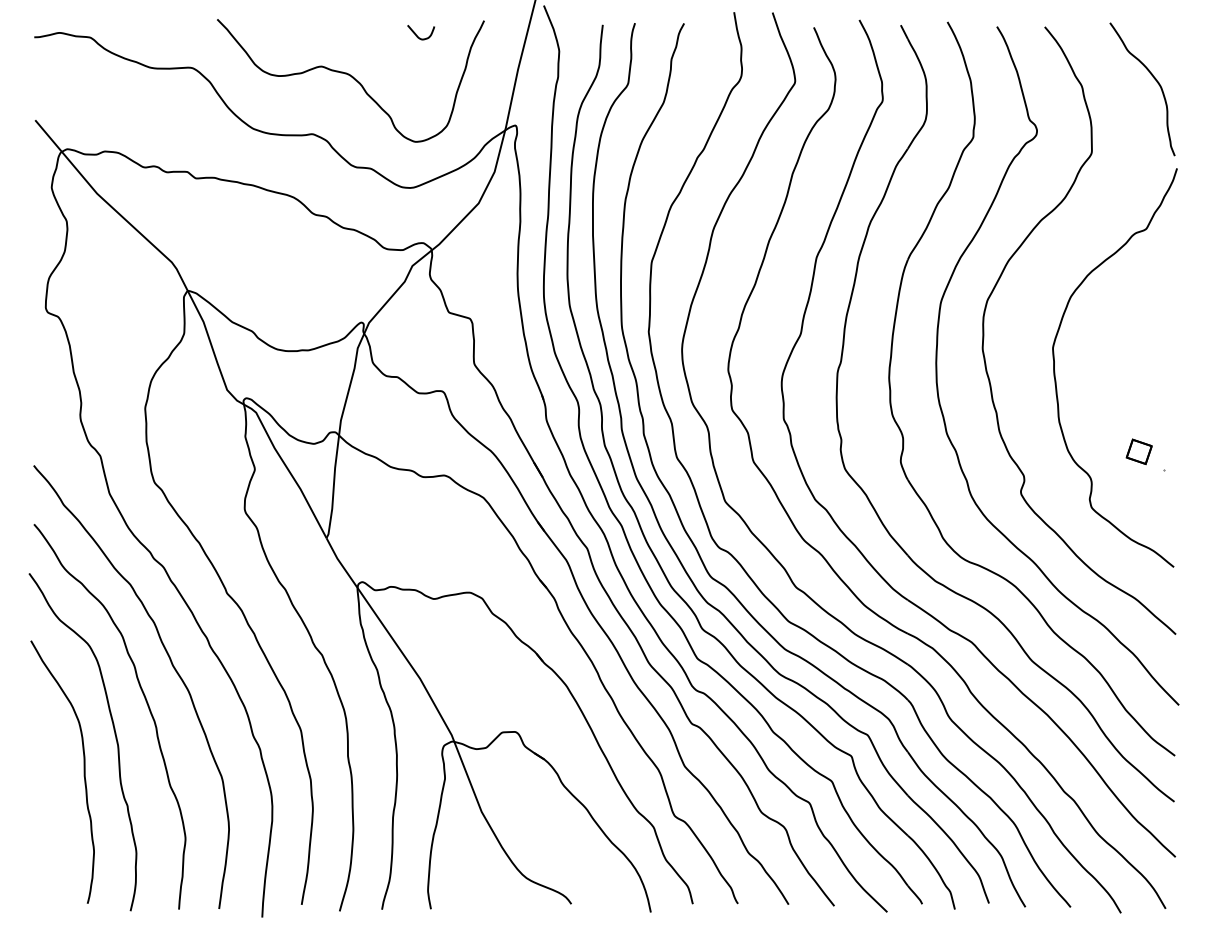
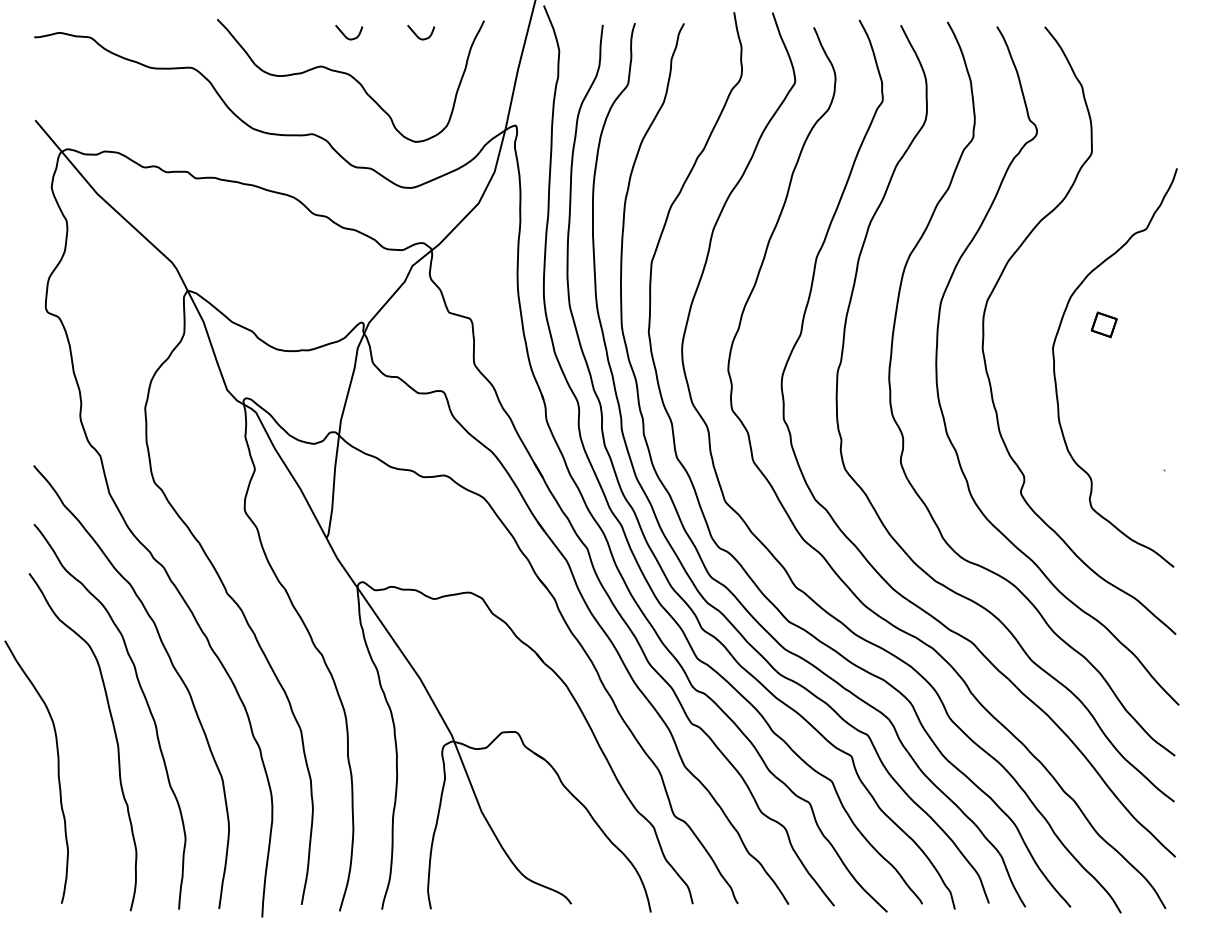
curve at (345, 35): none -> present
curve at (1153, 78): present -> none
part at (1138, 451) position: (1138, 451) -> (1103, 324)
curve at (83, 771) position: (83, 771) -> (57, 771)
